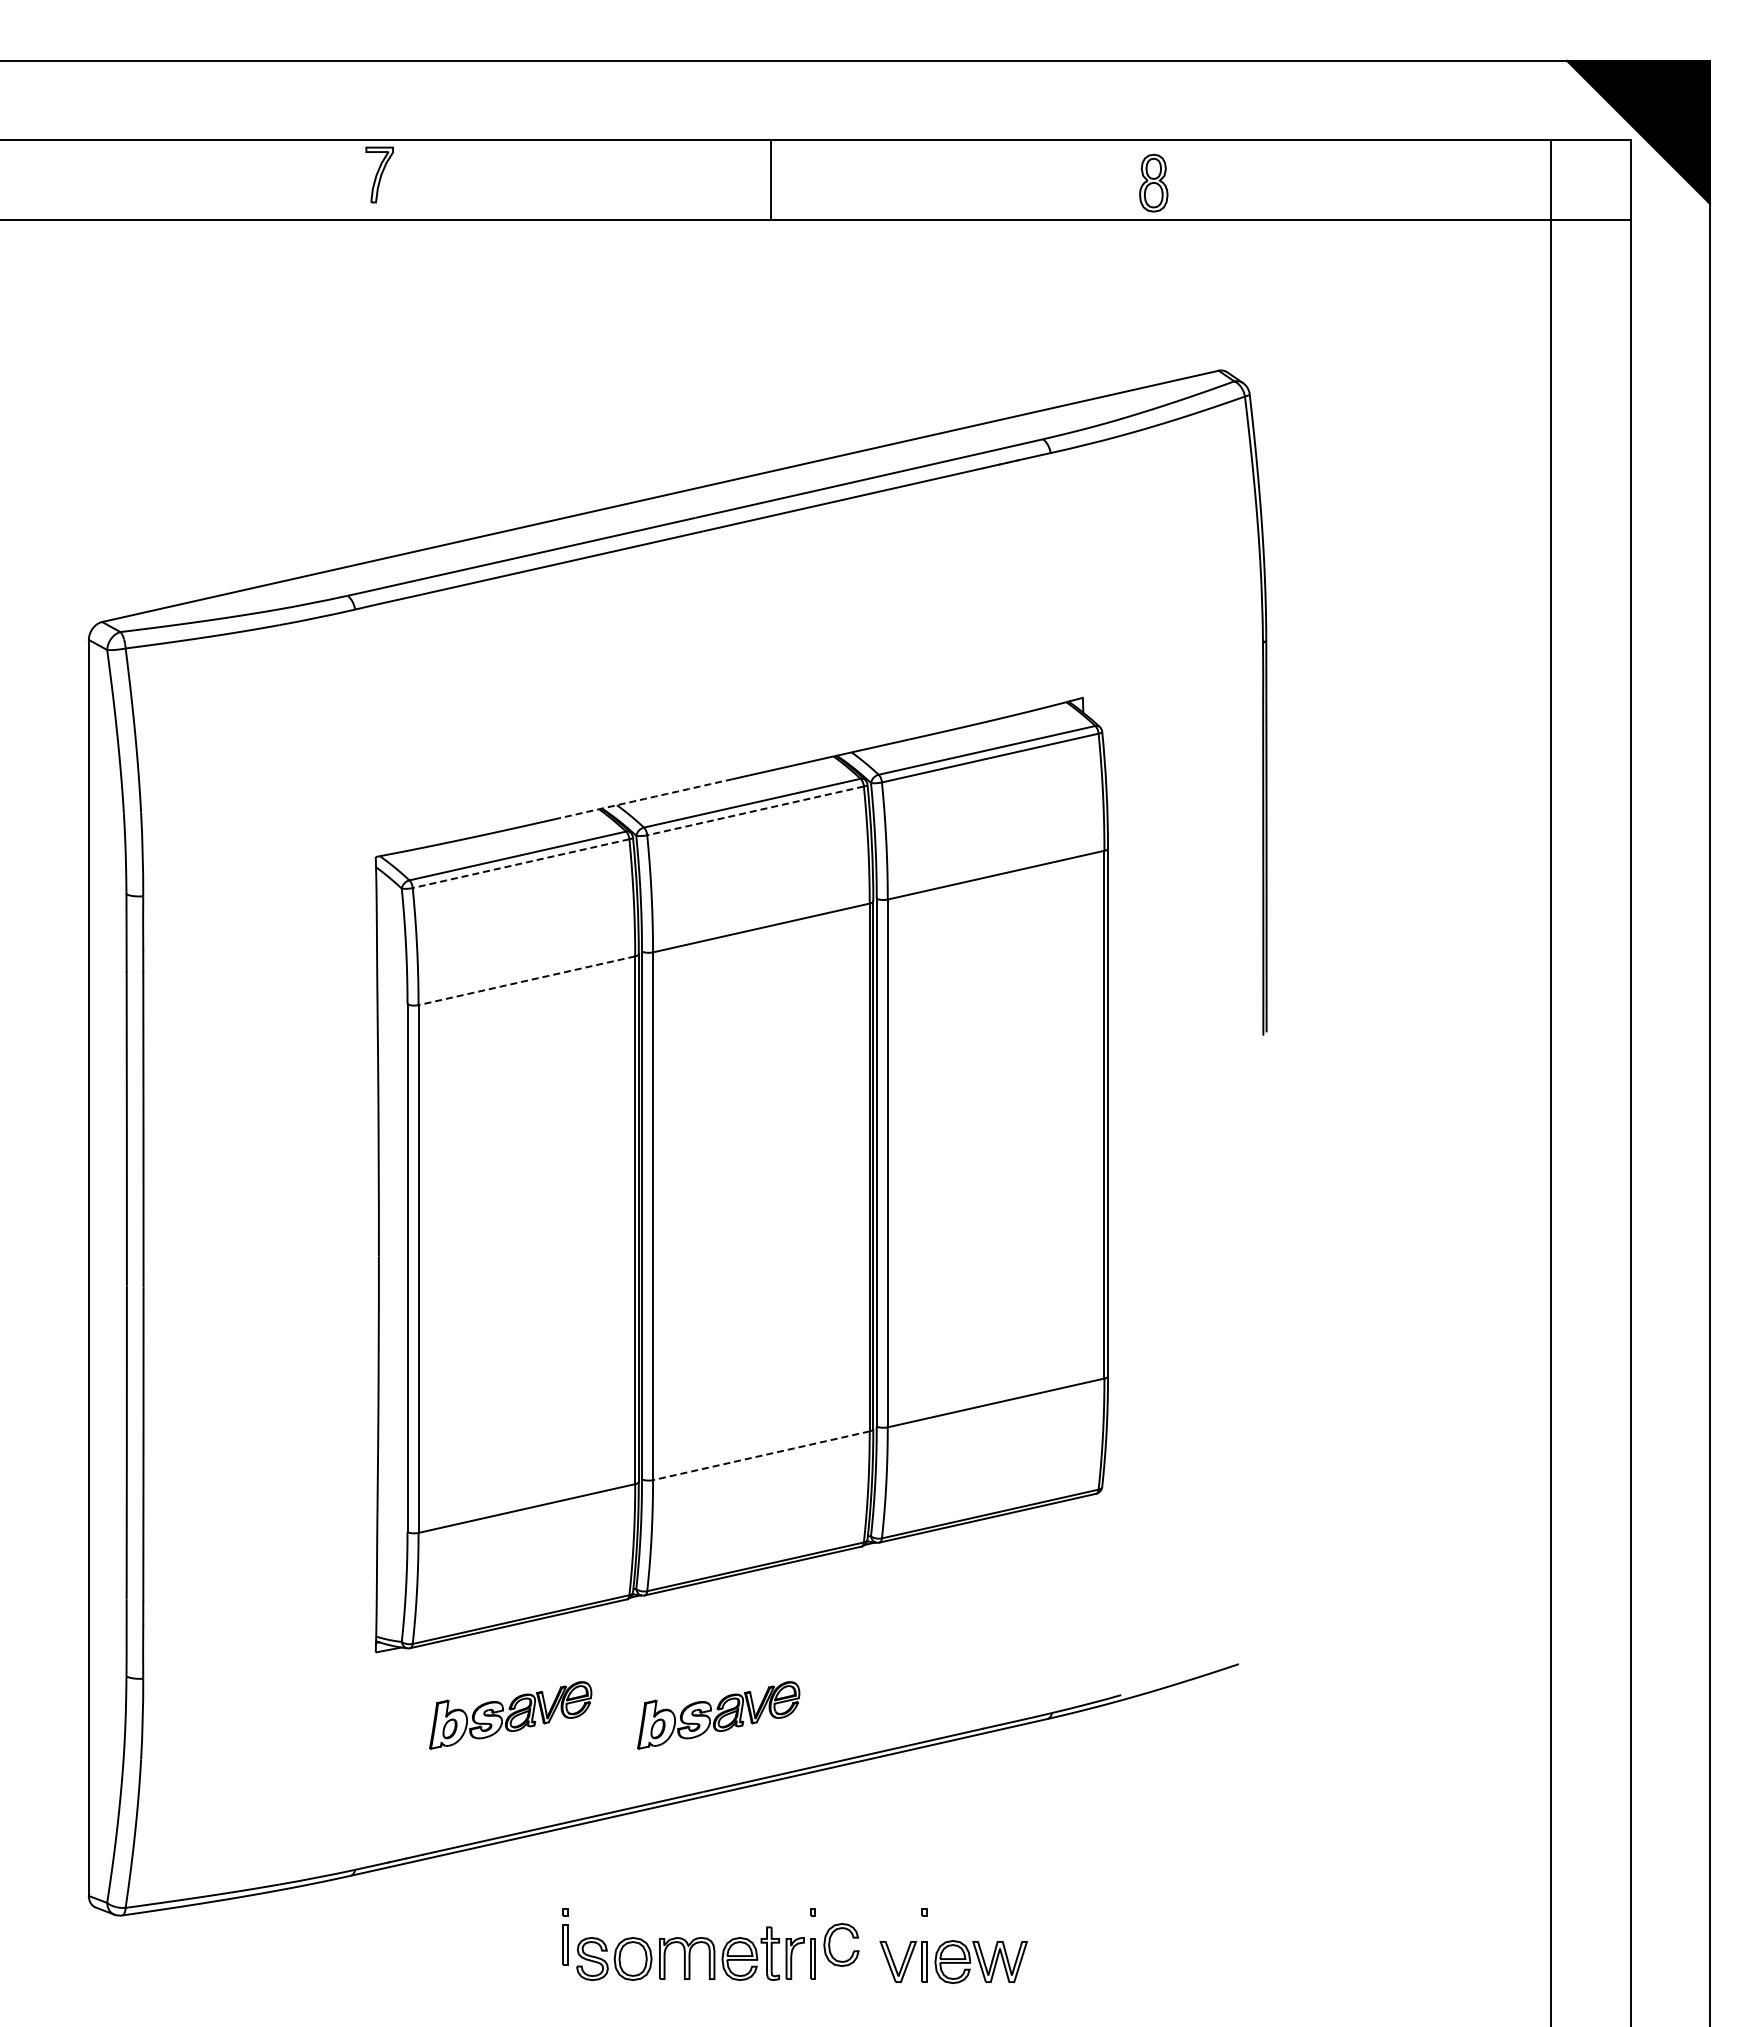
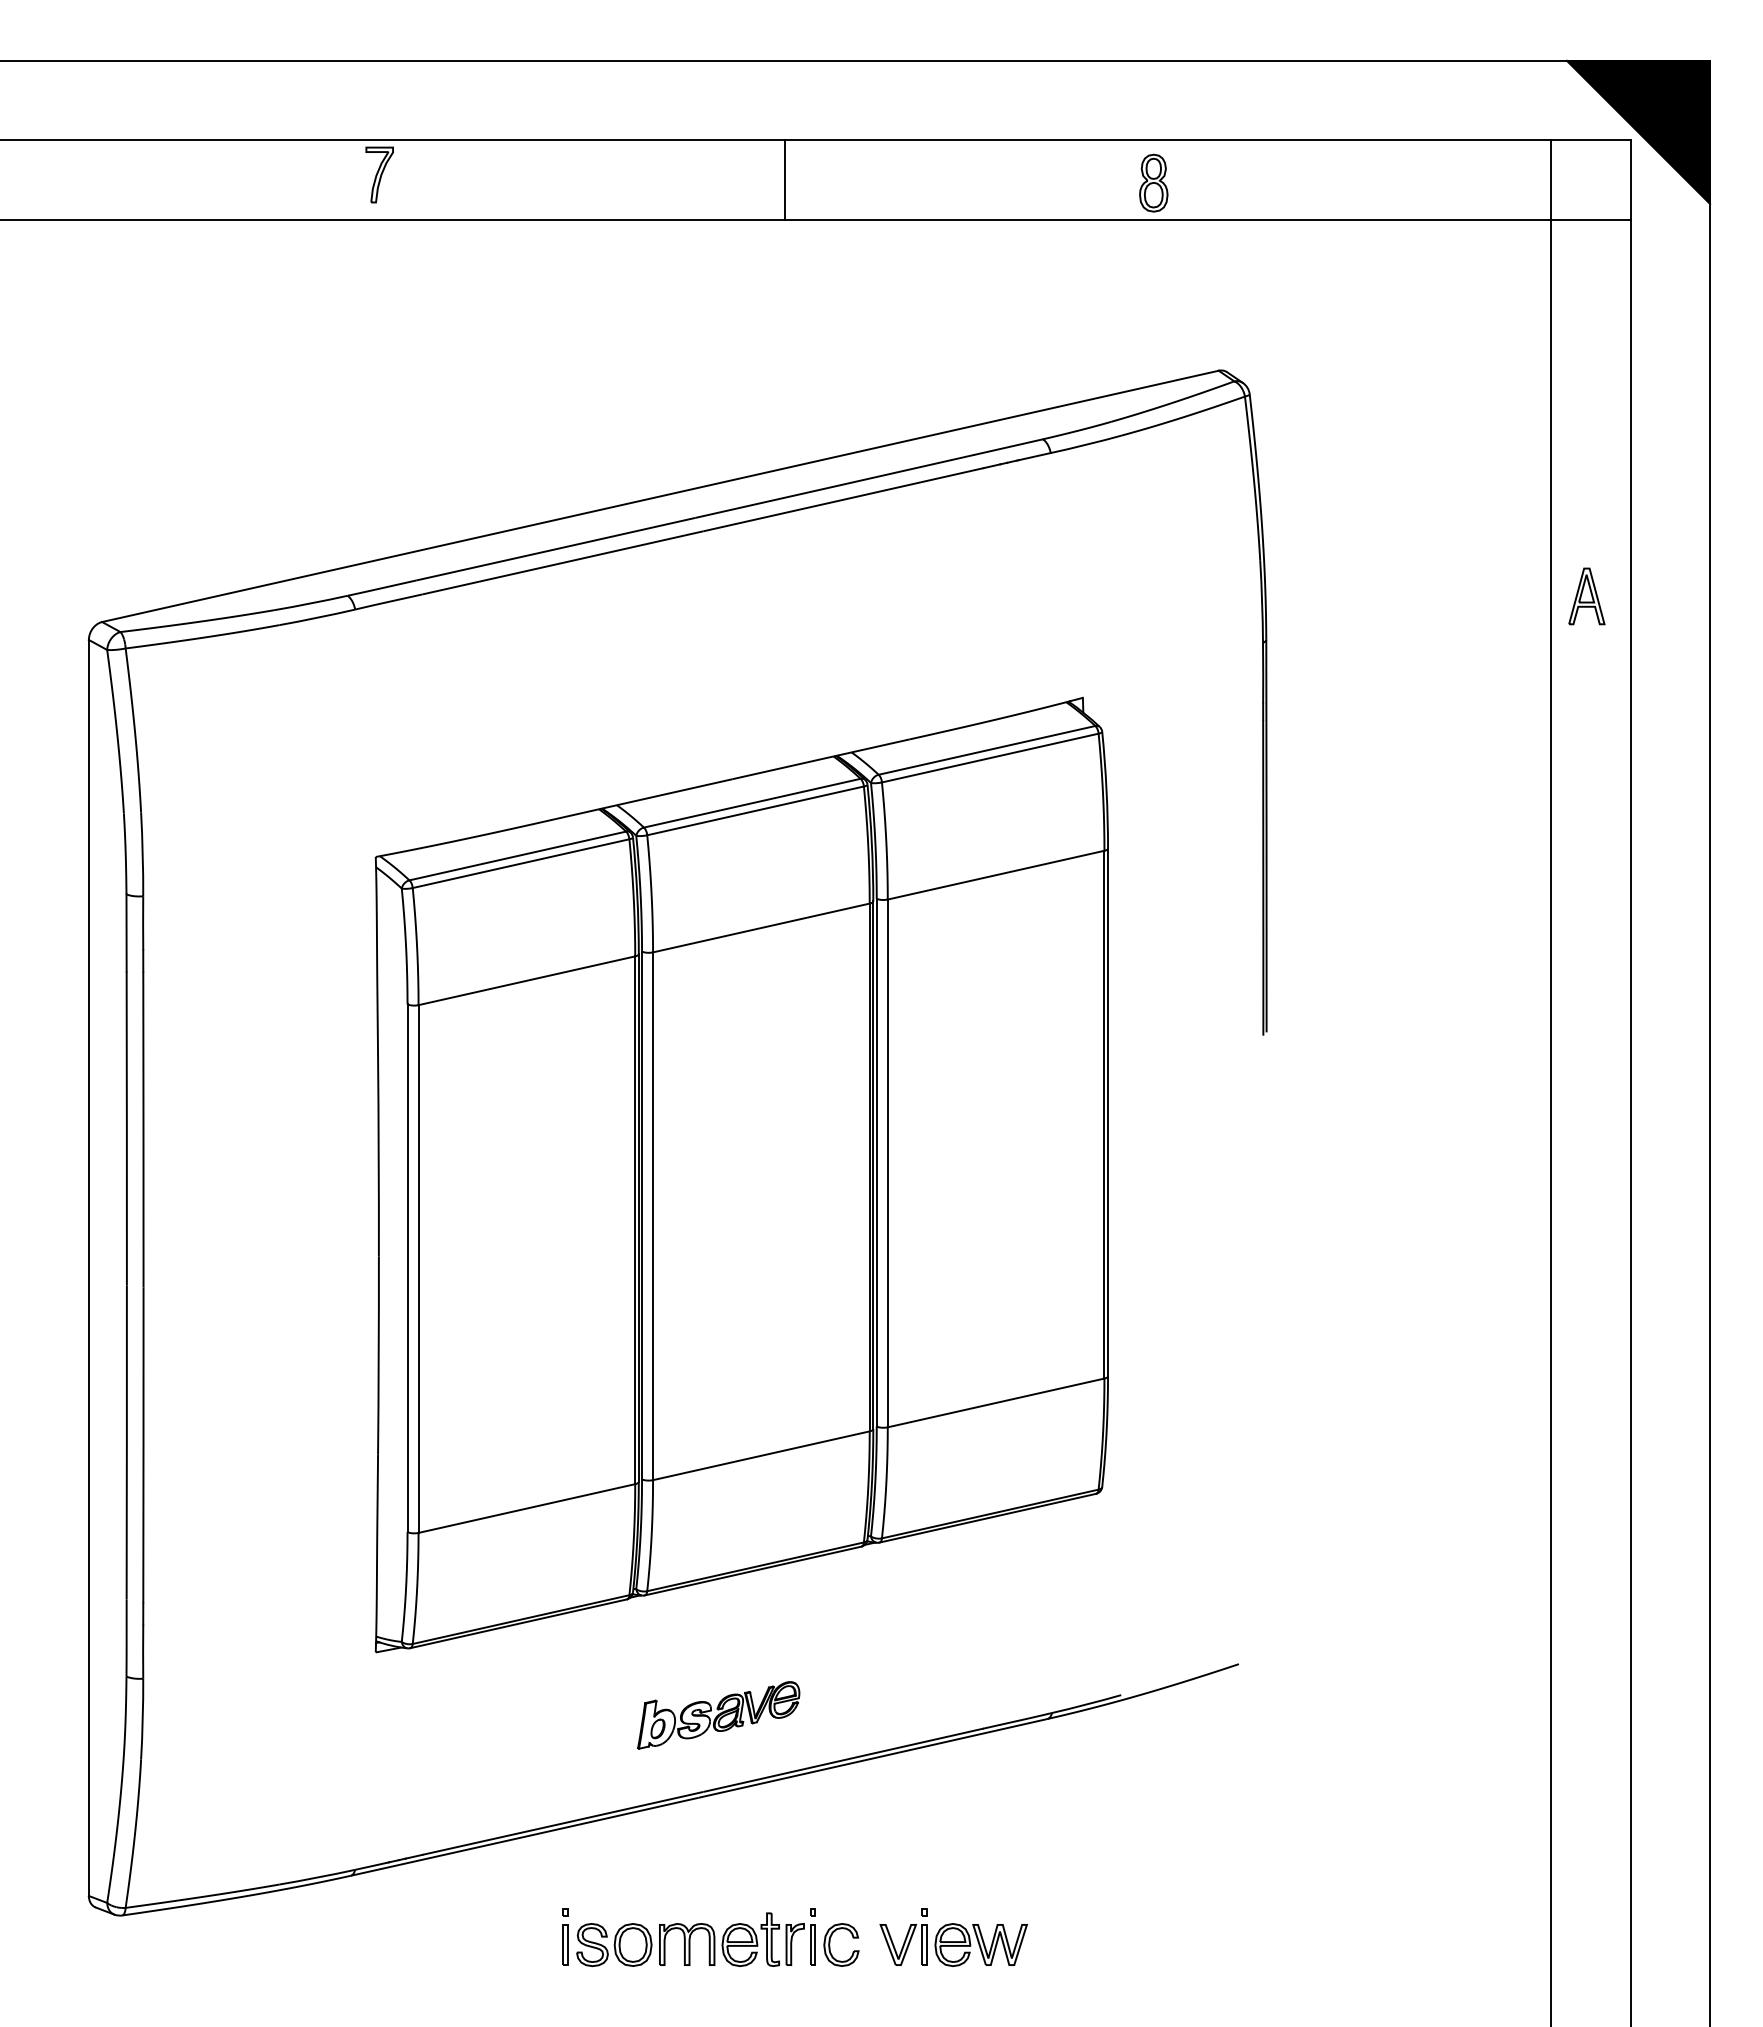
line at (771, 179) position: (771, 179) -> (785, 179)
part at (1586, 596): none -> present
arc at (644, 799): dashed -> solid
line at (755, 811): dashed -> solid
line at (520, 863): dashed -> solid
line at (526, 980): dashed -> solid
line at (760, 1455): dashed -> solid
part at (510, 1715): present -> none
part at (695, 1953) position: (695, 1953) -> (695, 1939)
part at (953, 1961) position: (953, 1961) -> (953, 1944)
